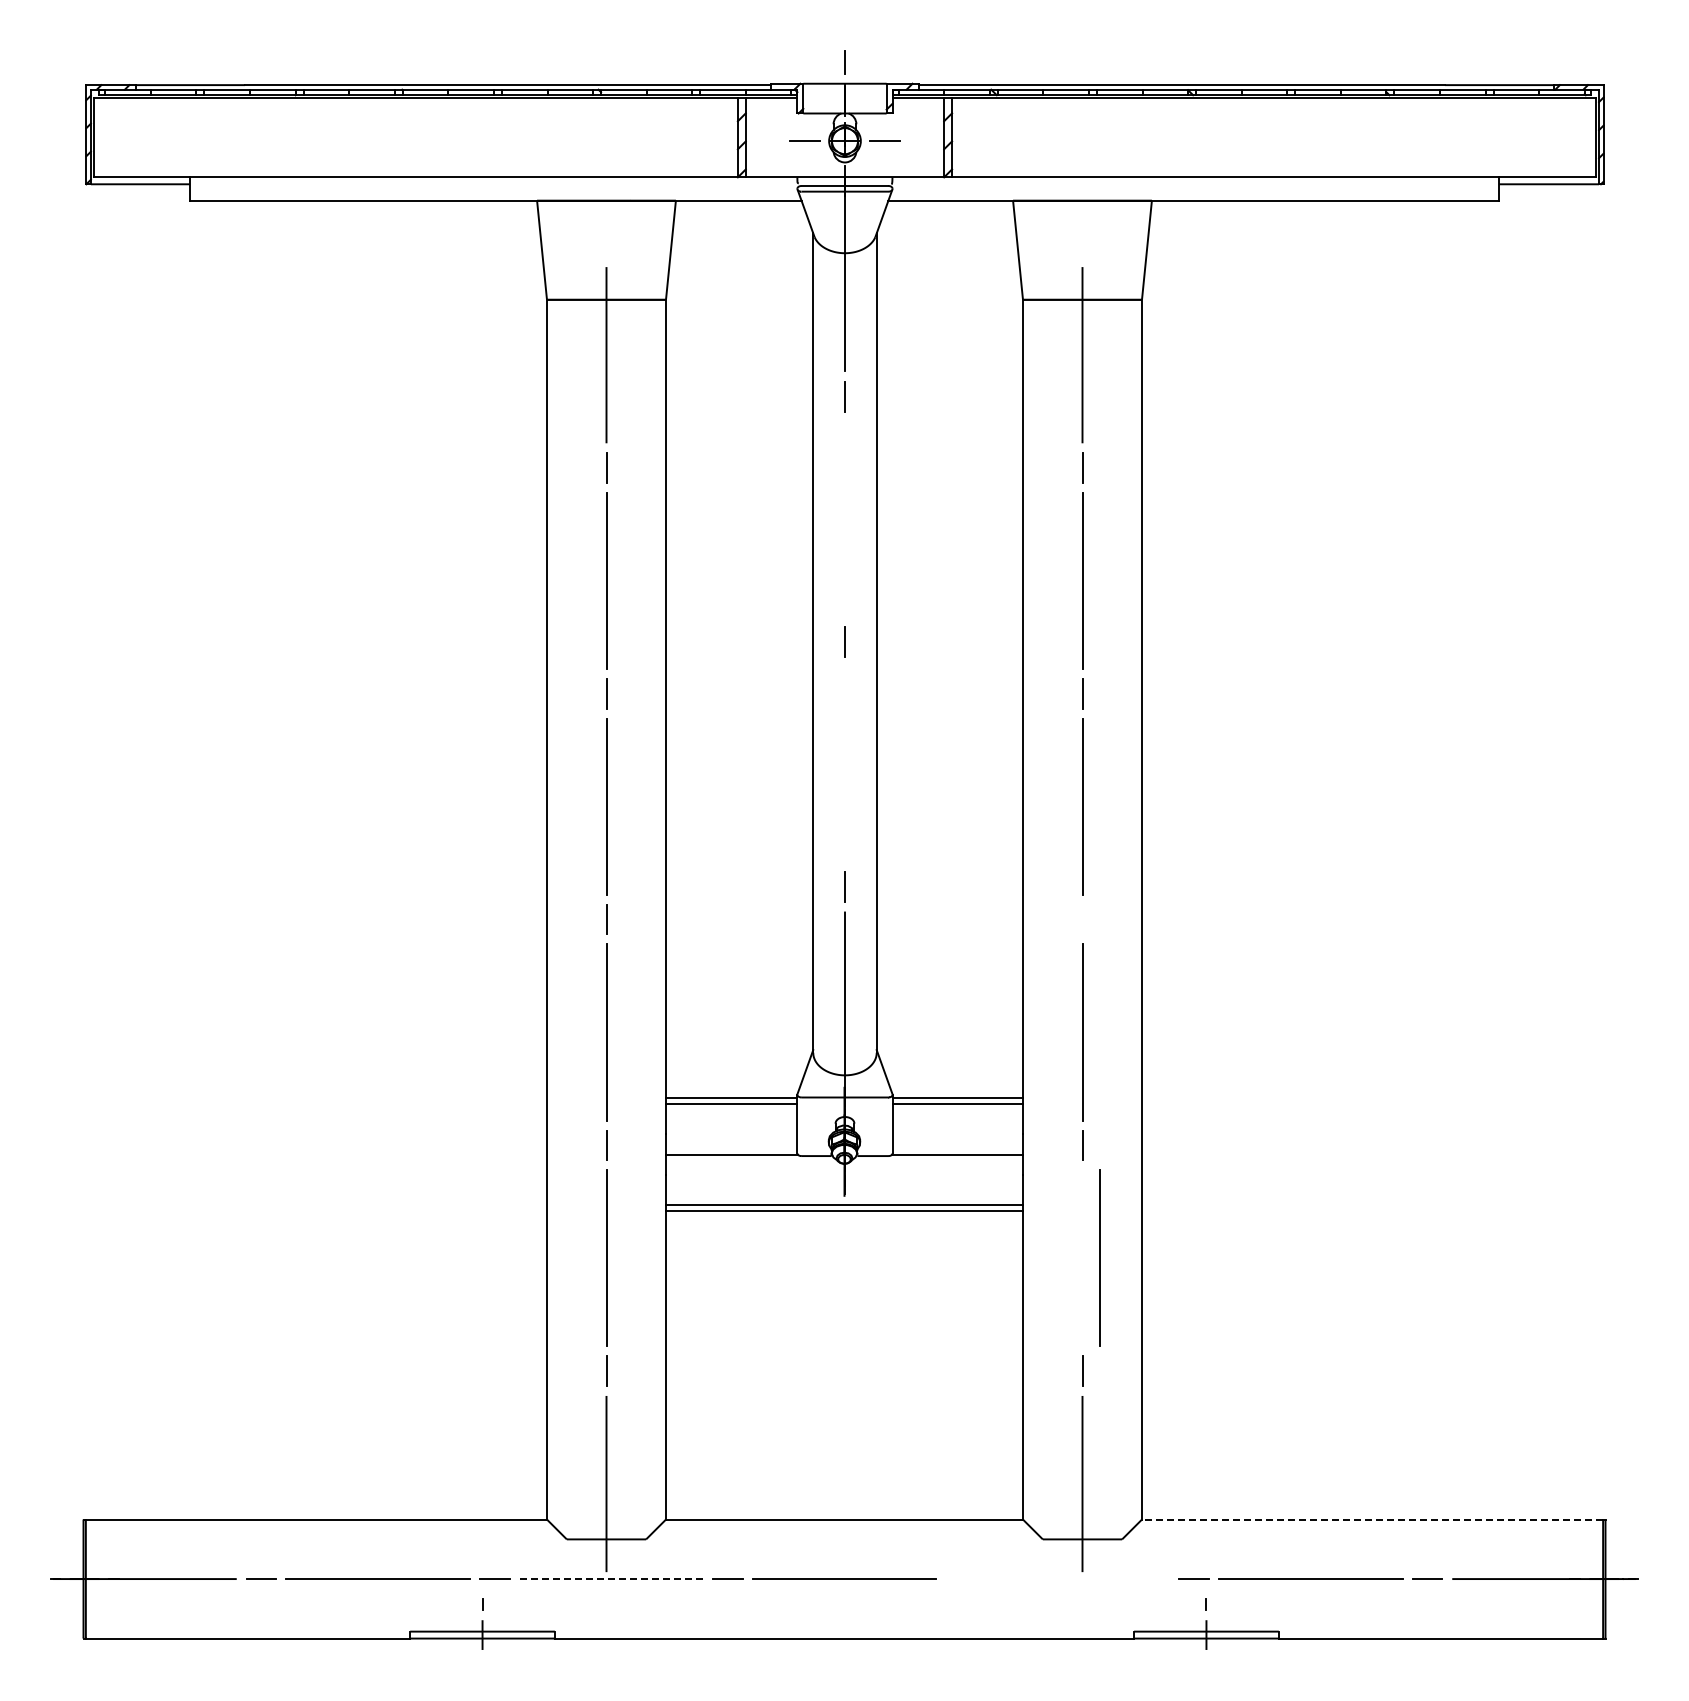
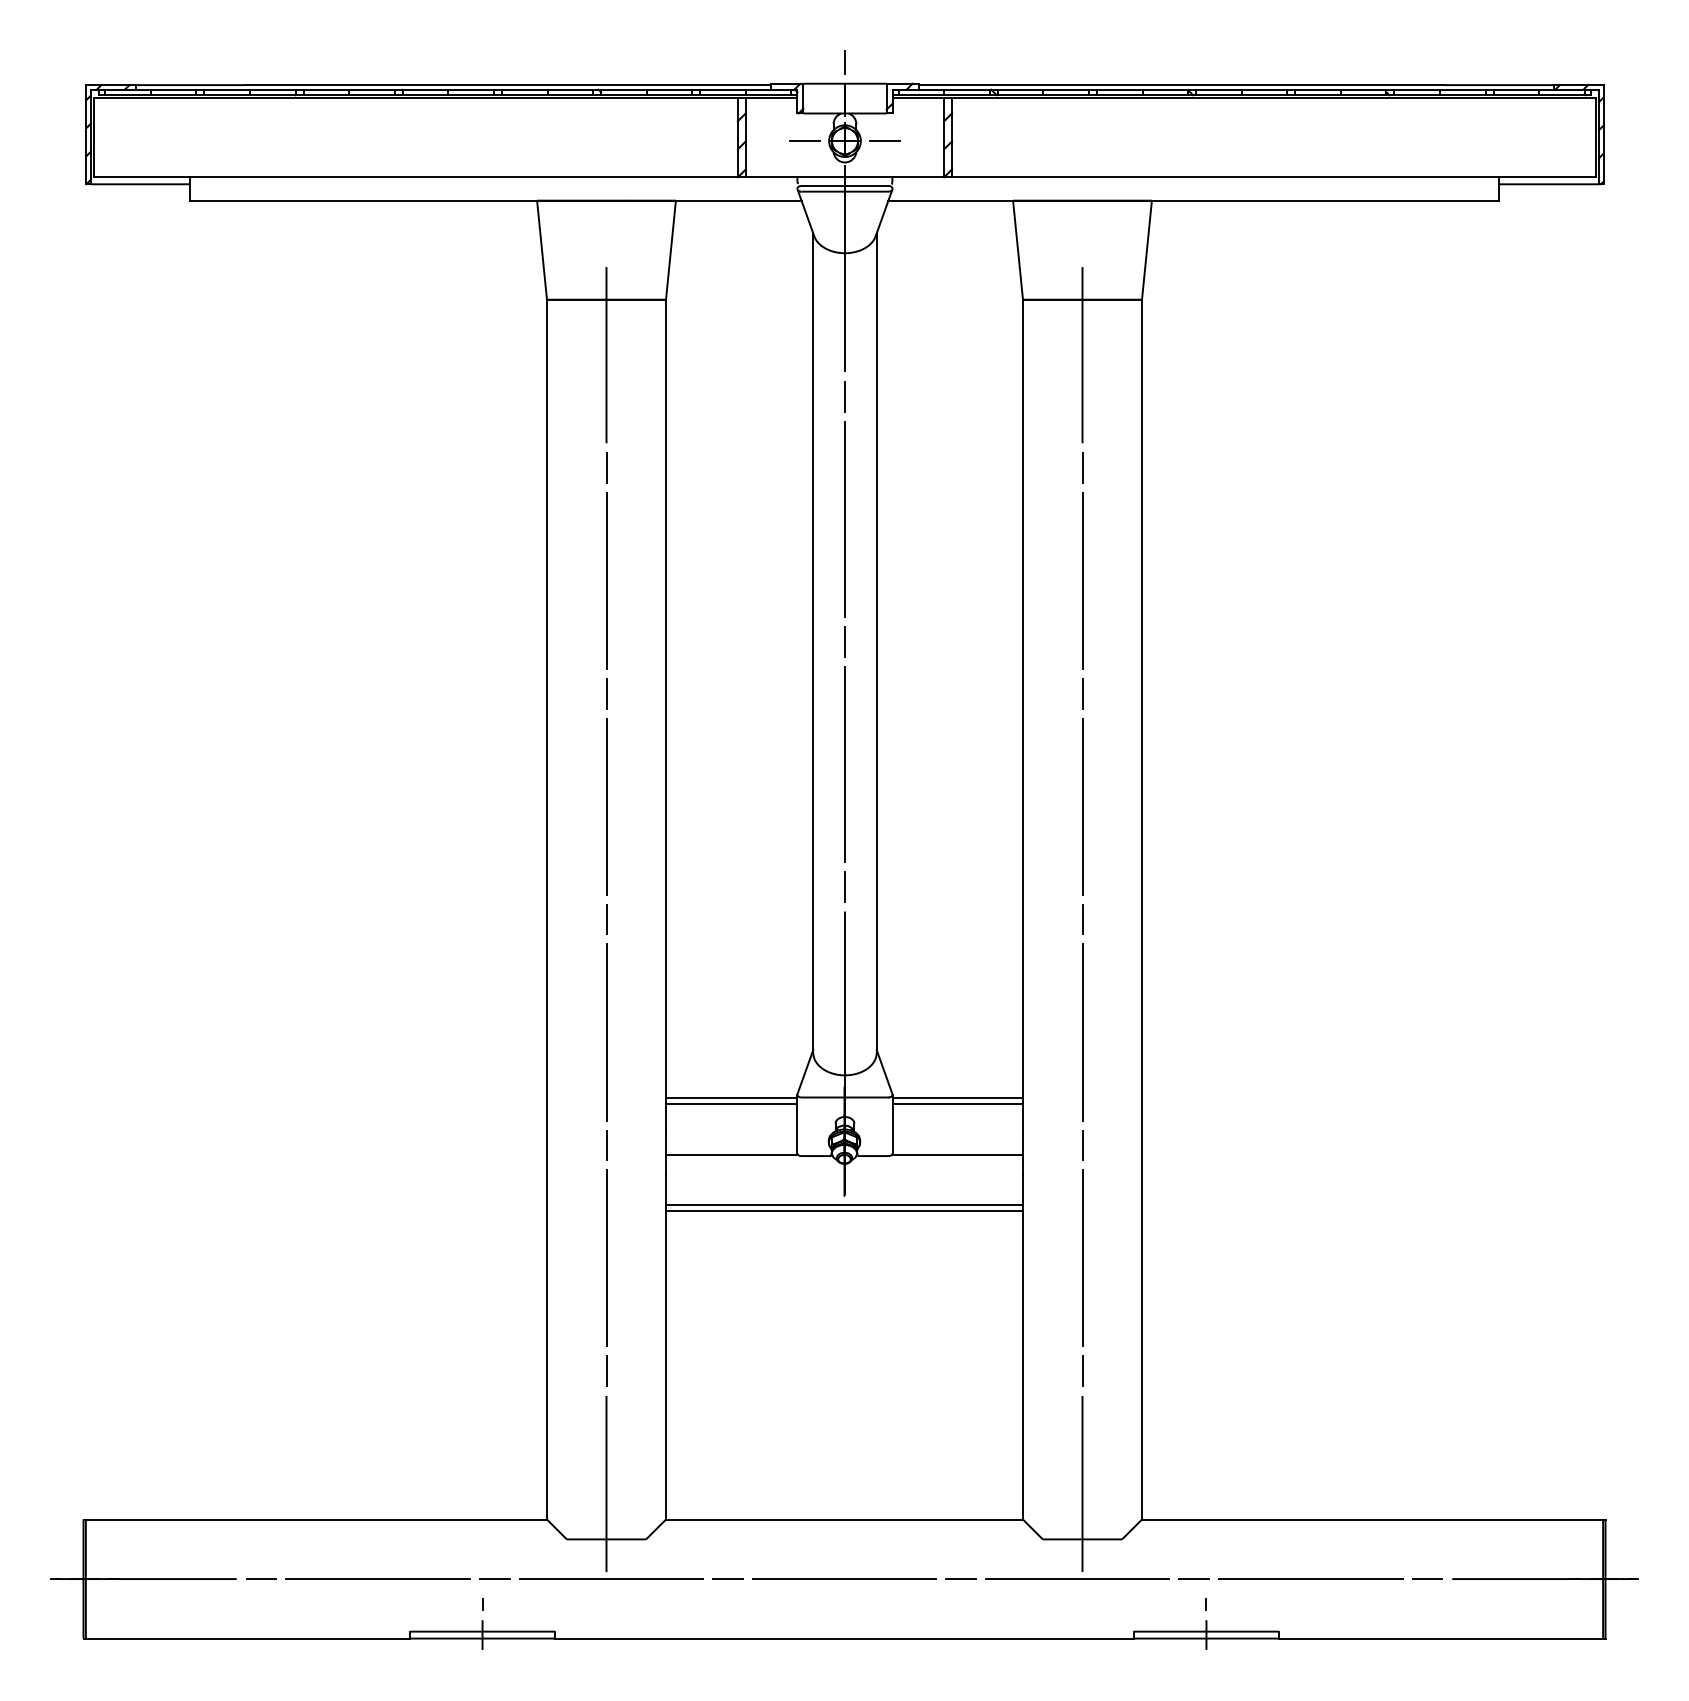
line at (844, 518): none -> present
line at (844, 763): none -> present
line at (1082, 919): none -> present
line at (1099, 1257) position: (1099, 1257) -> (1082, 1257)
line at (1372, 1519): dashed -> solid
line at (611, 1579): dashed -> solid
line at (960, 1579): none -> present
line at (1077, 1579): none -> present
